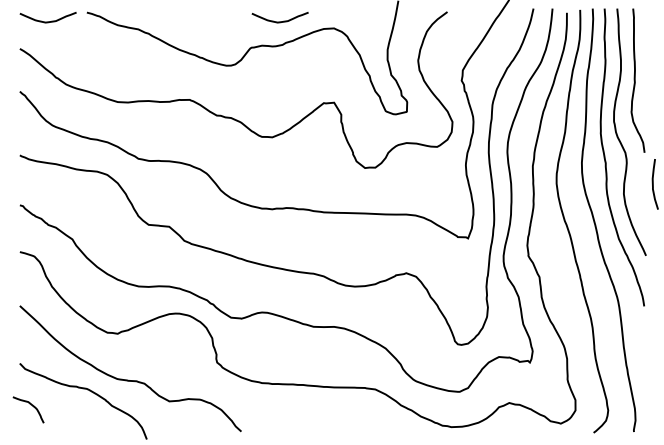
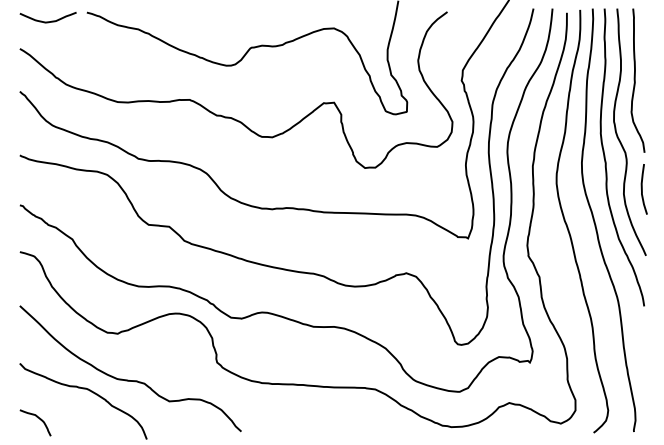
curve at (279, 21): present -> none
curve at (653, 184) position: (653, 184) -> (642, 189)
curve at (31, 405) position: (31, 405) -> (38, 418)
